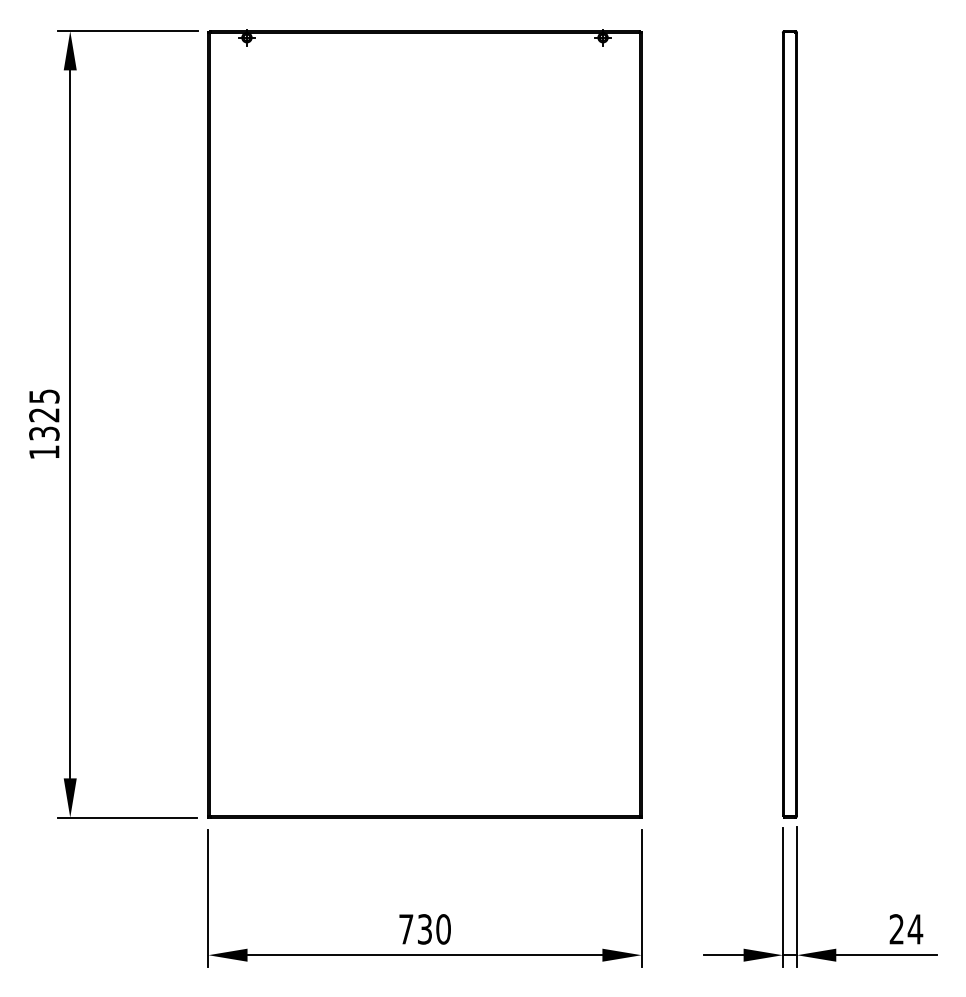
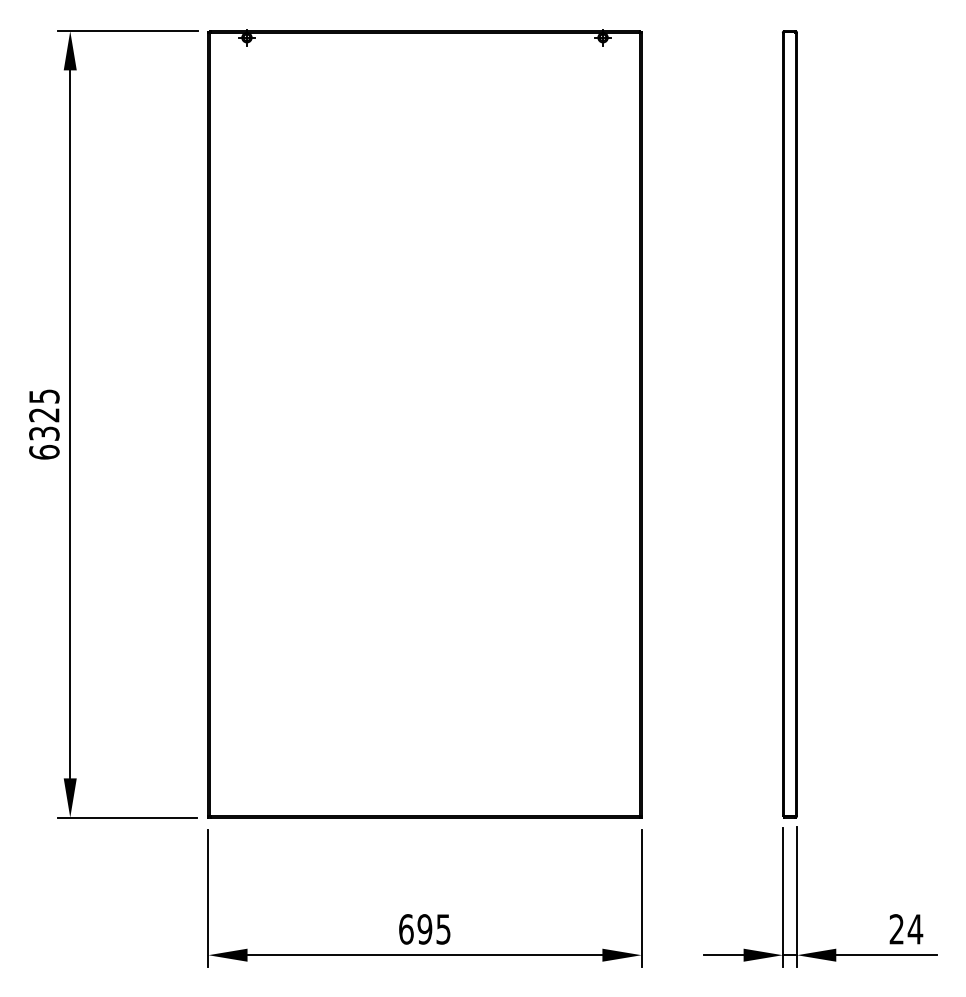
text at (44, 451): 1325 -> 6325
text at (424, 929): 730 -> 695
